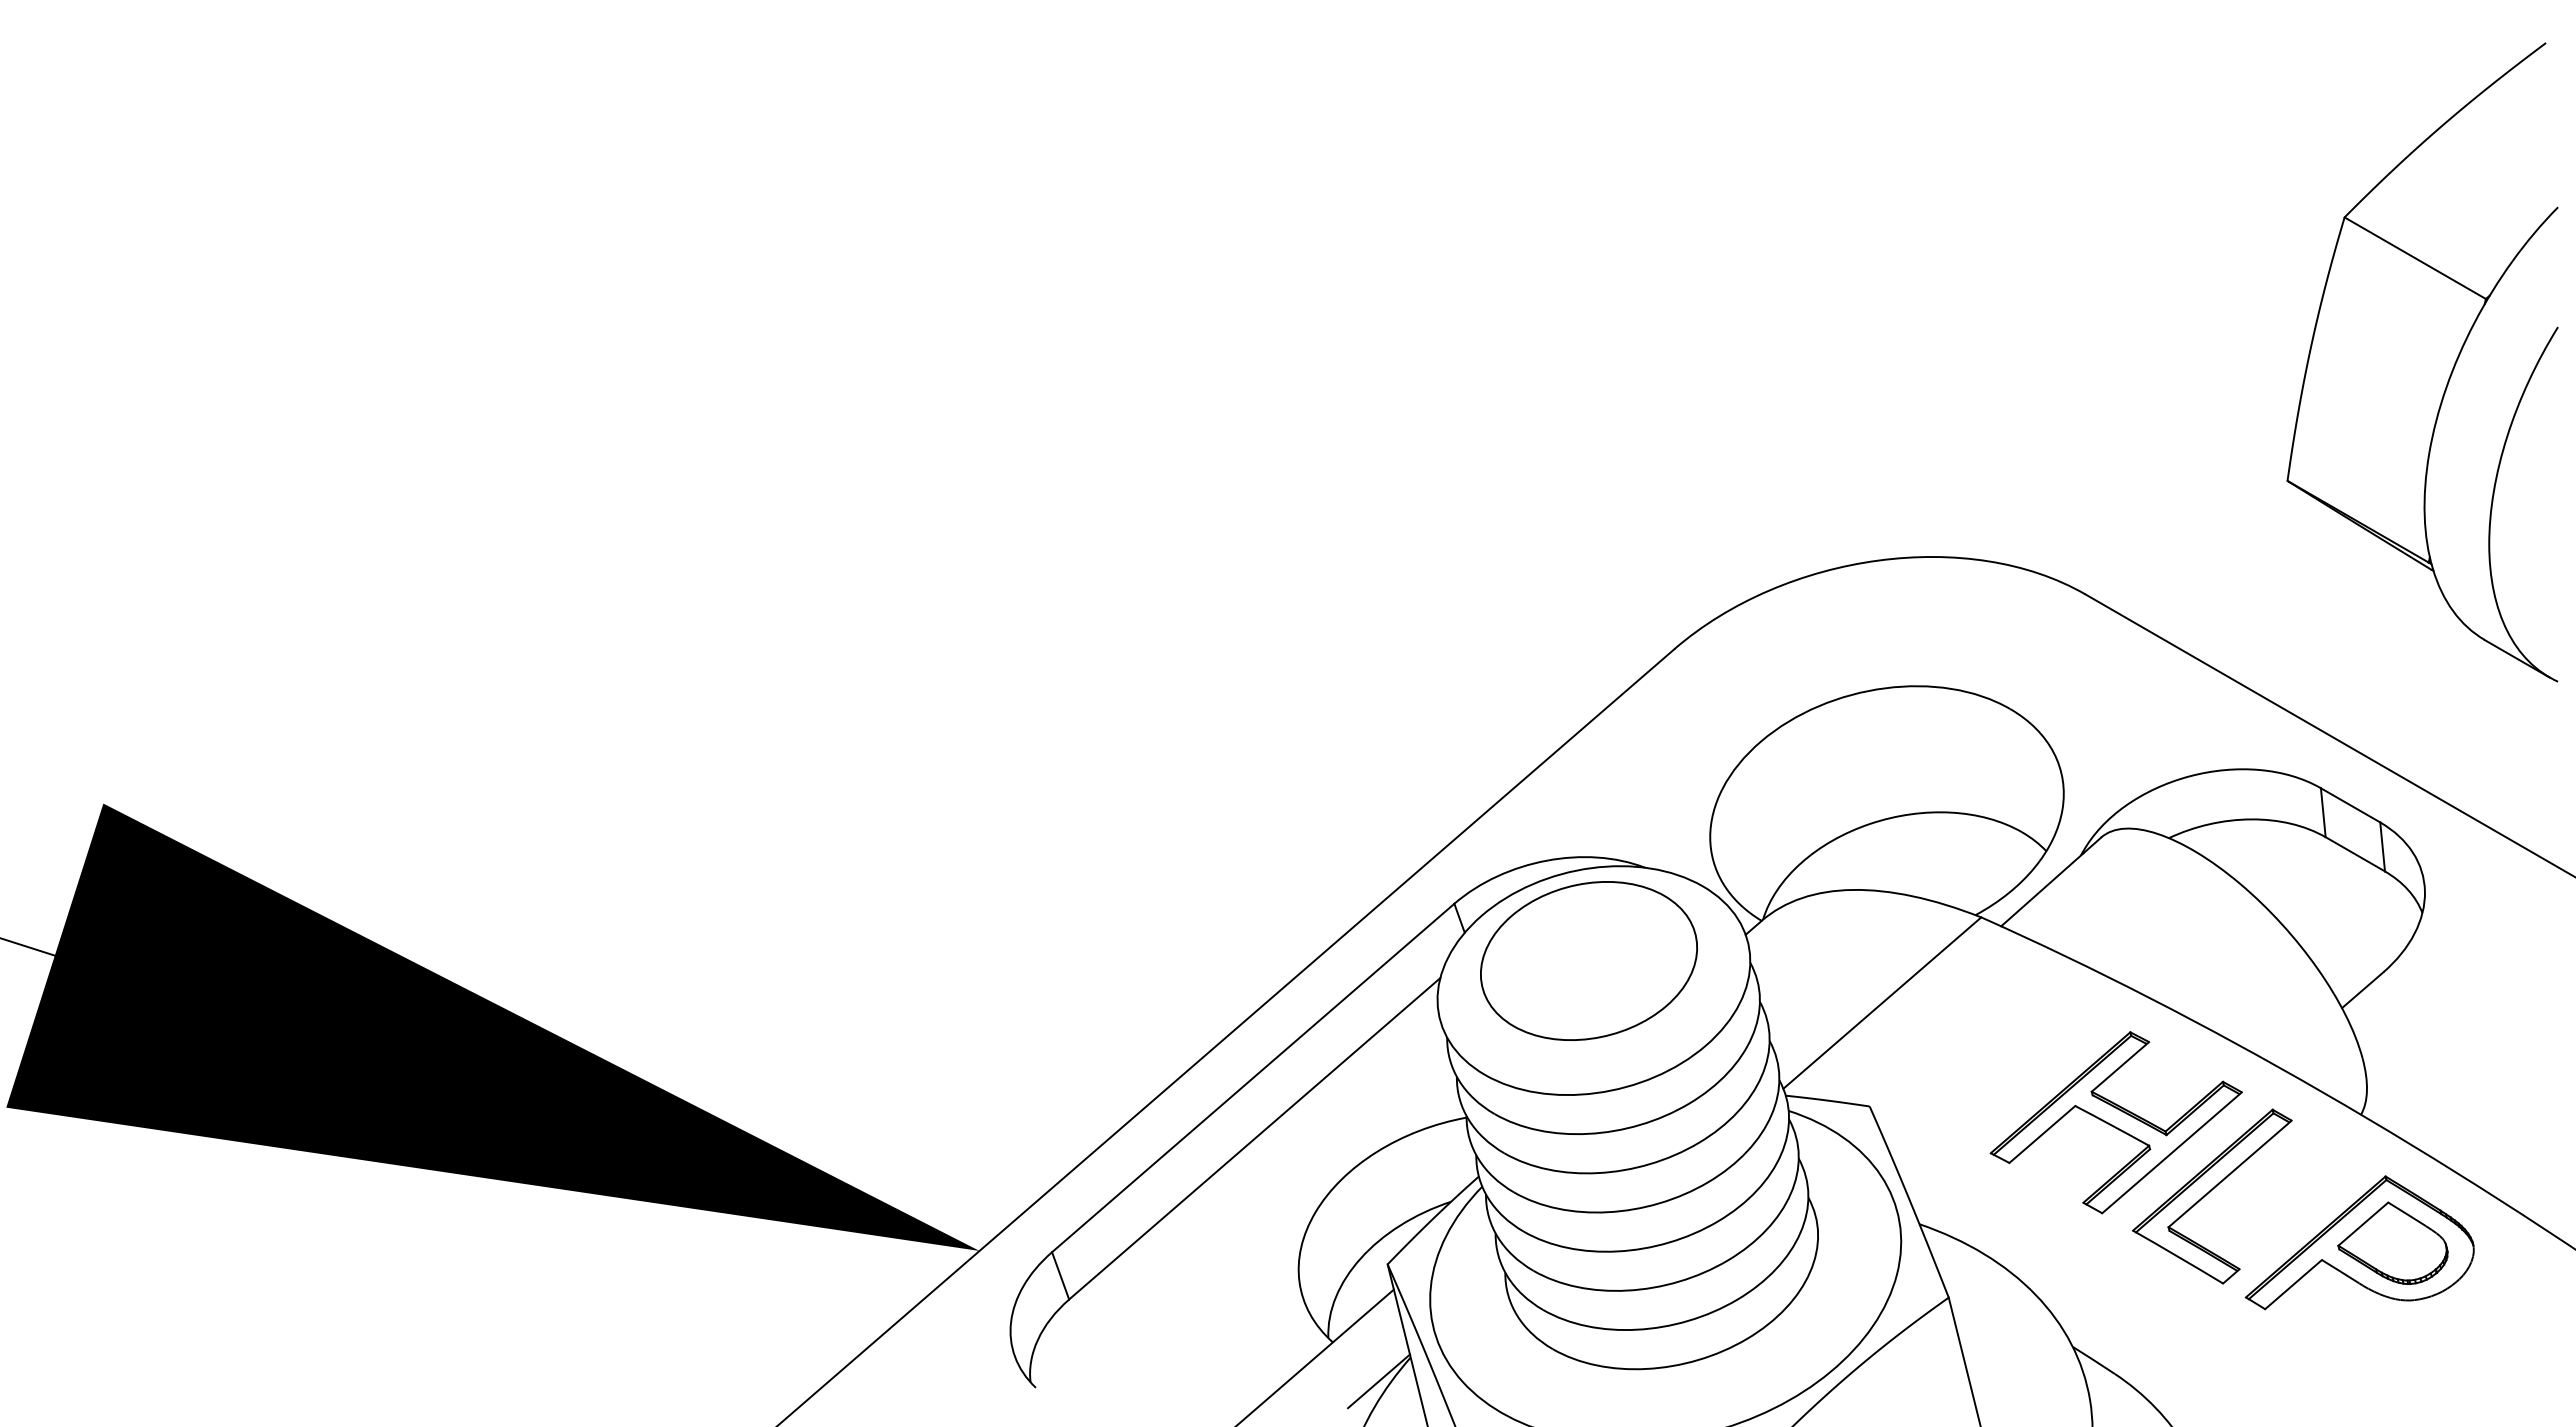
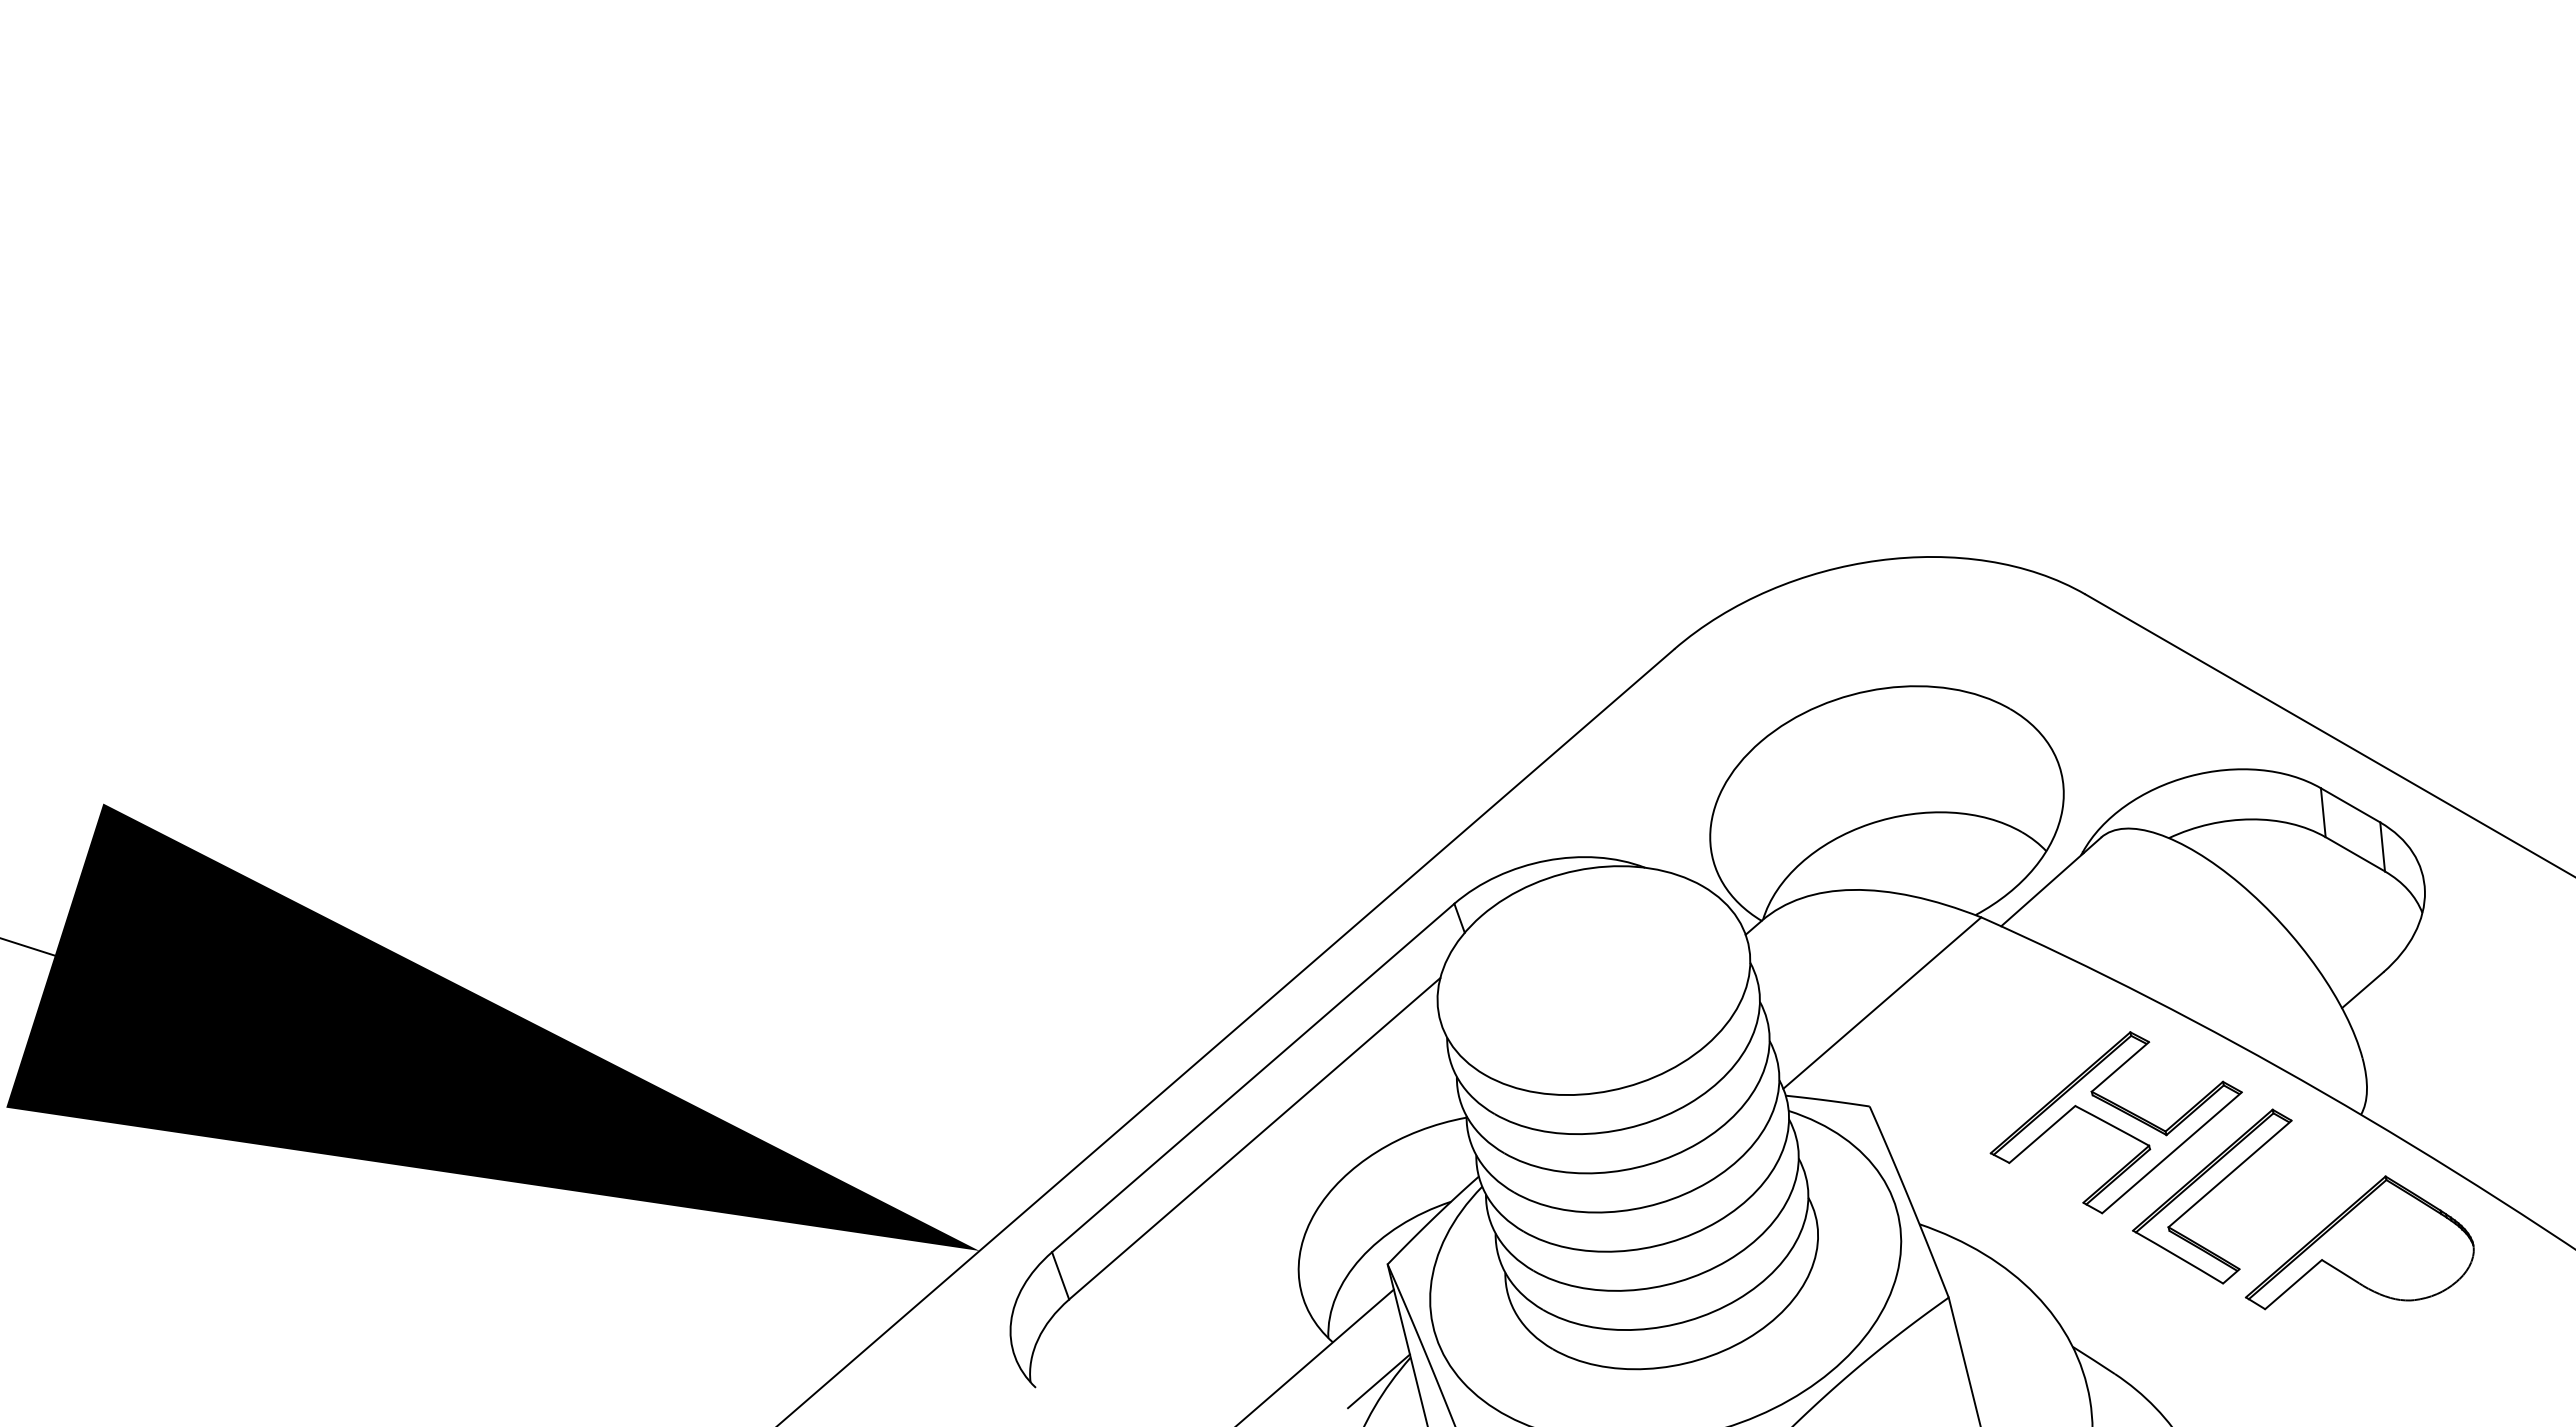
part at (2422, 362): present -> none
part at (1588, 960): present -> none
part at (2392, 1242): present -> none
